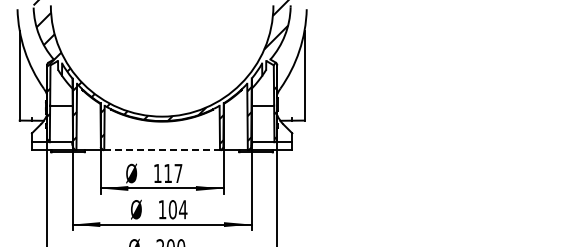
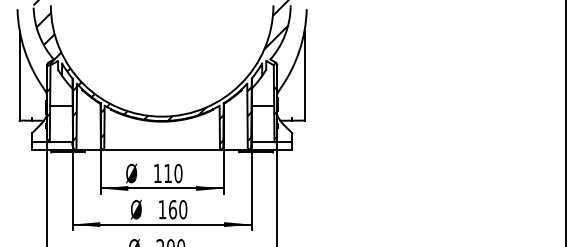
line at (565, 122): none -> present
line at (162, 150): dashed -> solid
text at (178, 173): 117 -> 110
text at (178, 209): 104 -> 160
